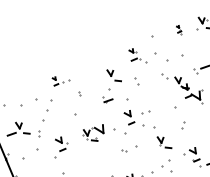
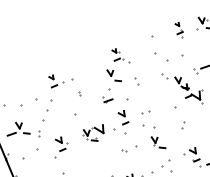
part at (179, 30) size: 7x11 px -> 10x17 px
part at (137, 55) position: (137, 55) -> (120, 55)
part at (60, 81) size: 20x11 px -> 26x15 px
part at (129, 117) position: (129, 117) -> (123, 117)
part at (164, 142) position: (164, 142) -> (158, 142)
